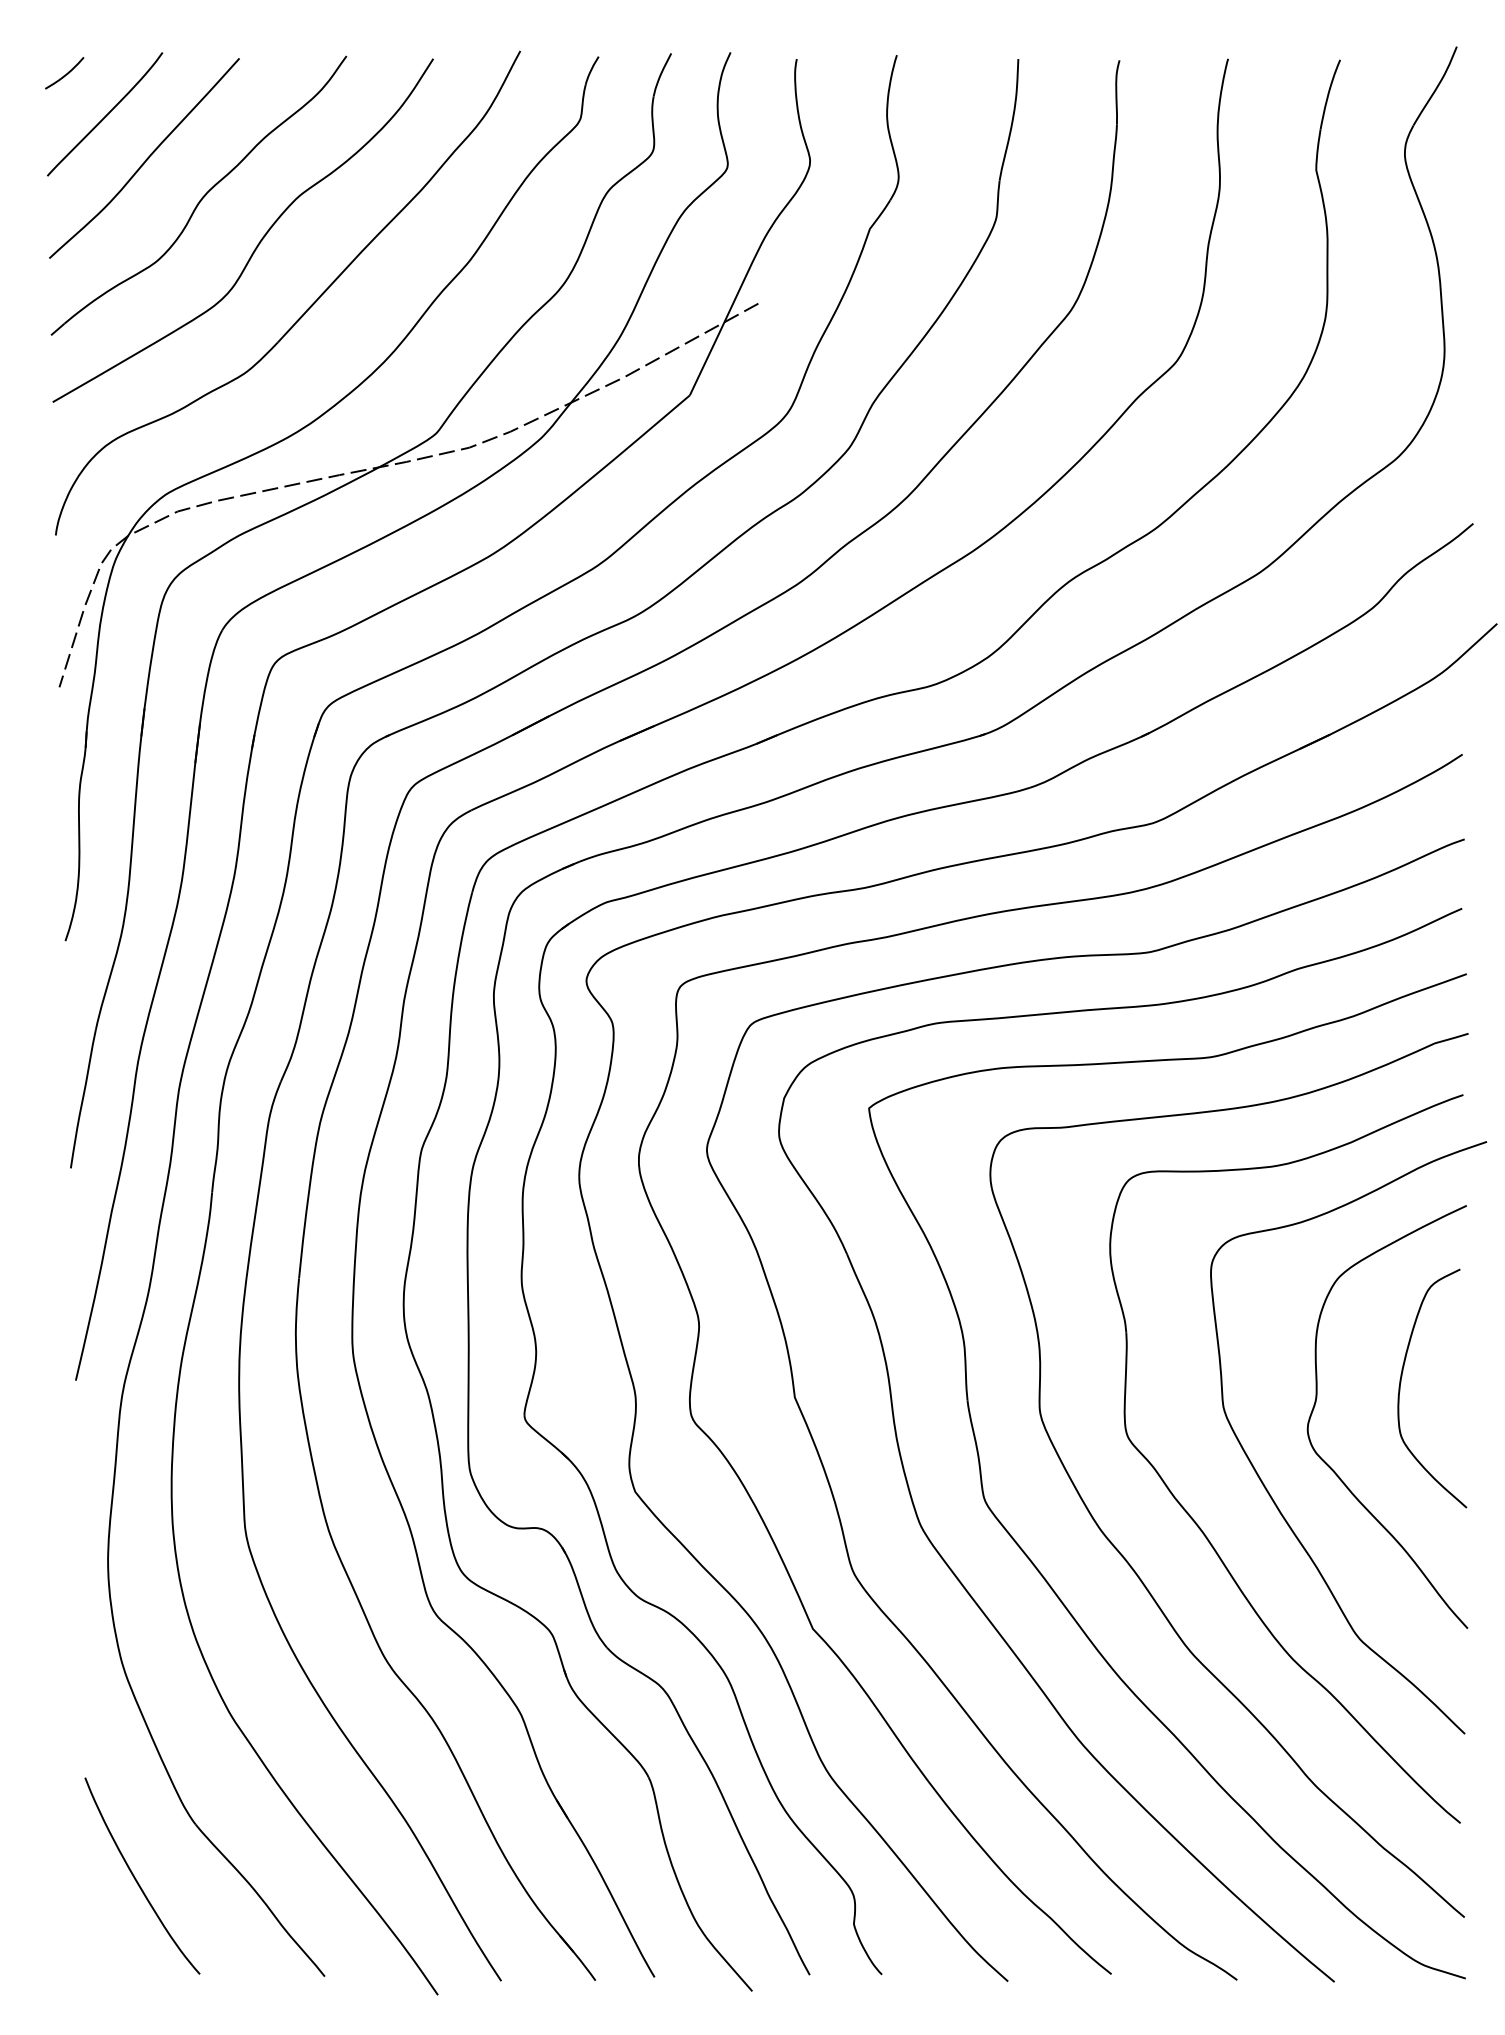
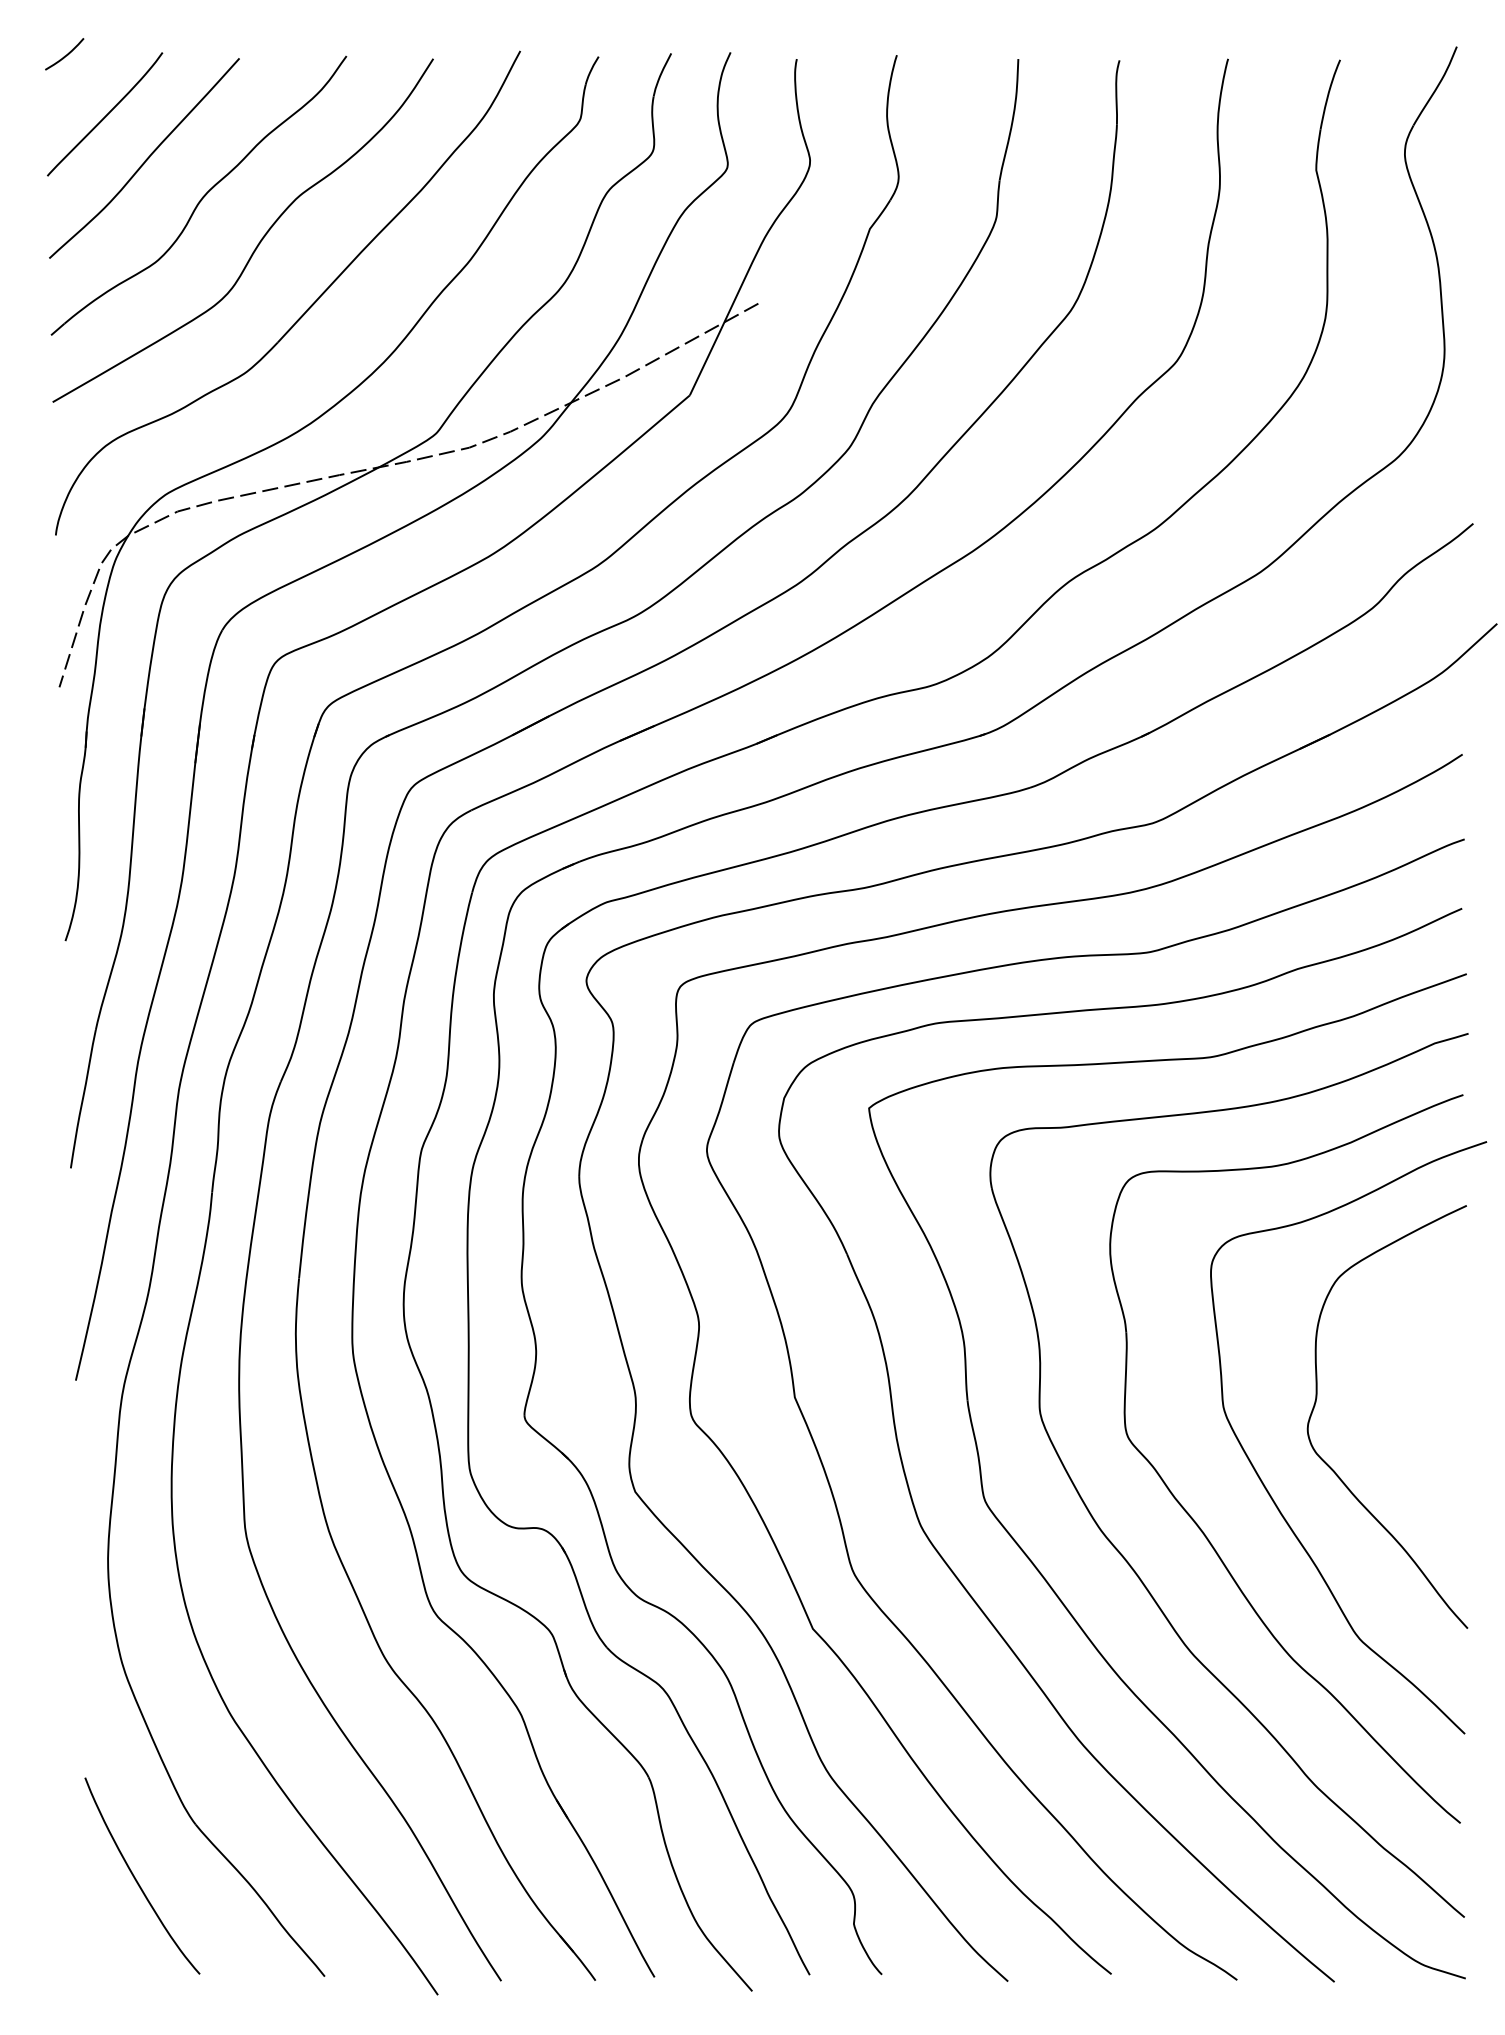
curve at (64, 74) position: (64, 74) -> (64, 55)
curve at (1401, 1382): present -> none
